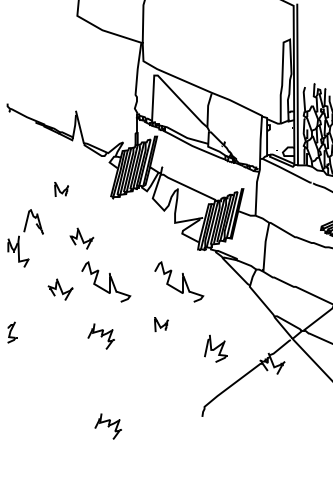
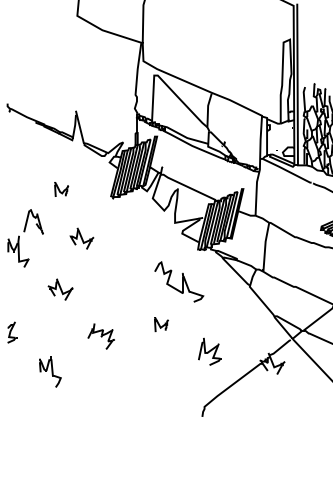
part at (106, 281): present -> none
part at (215, 348) position: (215, 348) -> (209, 351)
part at (50, 371): none -> present
part at (107, 426): present -> none
